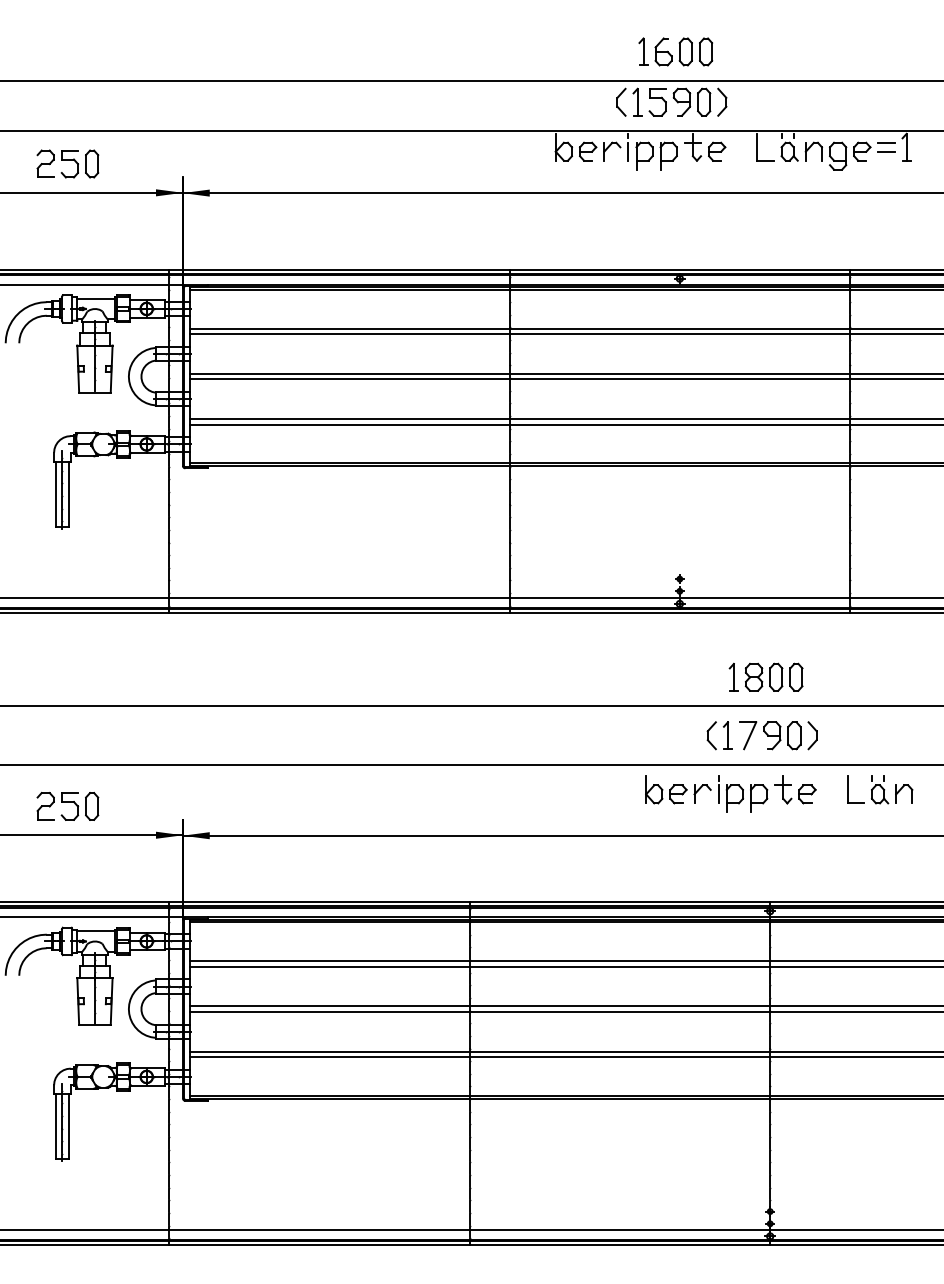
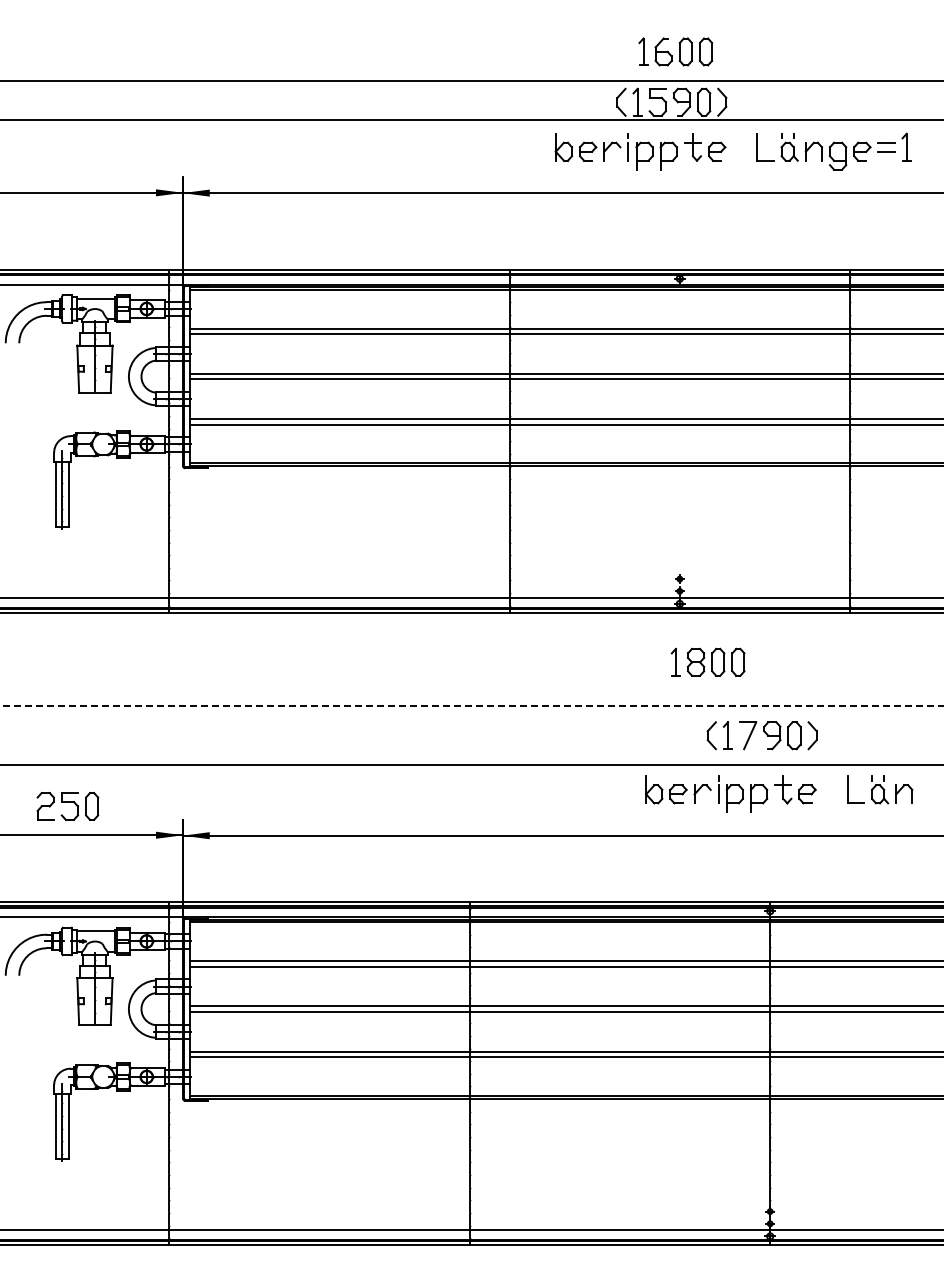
line at (471, 131) position: (471, 131) -> (471, 120)
part at (67, 163): present -> none
part at (765, 676) position: (765, 676) -> (707, 661)
line at (471, 706): solid -> dashed
